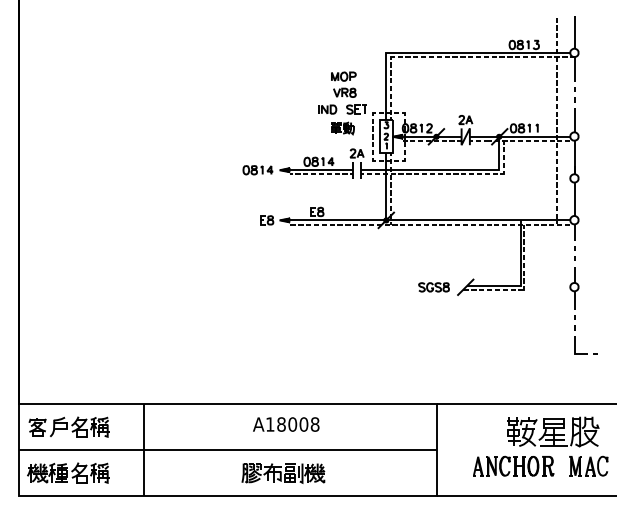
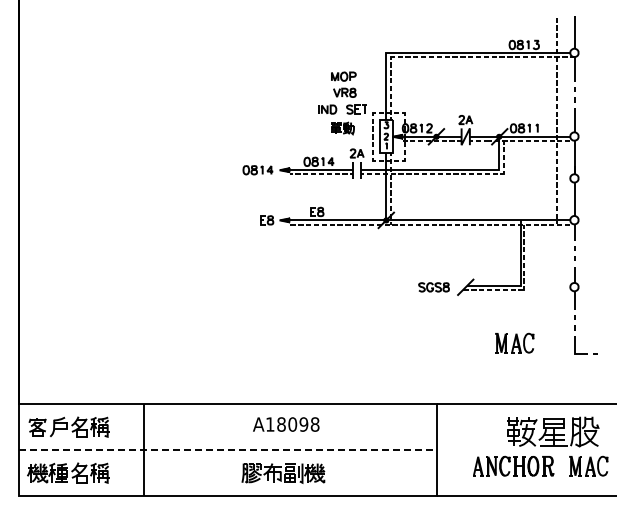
part at (514, 342): none -> present
text at (303, 424): A18008 -> A18098
line at (228, 449): solid -> dashed
